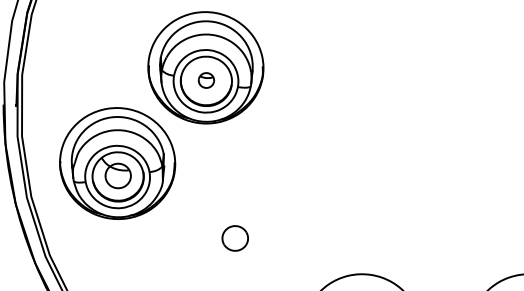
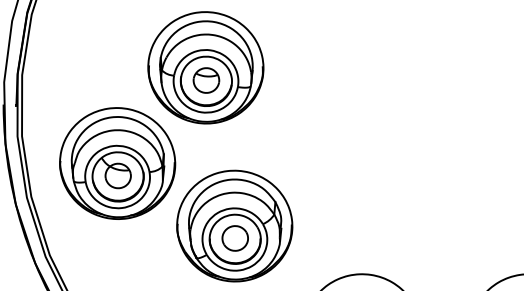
part at (206, 80) size: 19x17 px -> 29x27 px
part at (234, 225): none -> present
